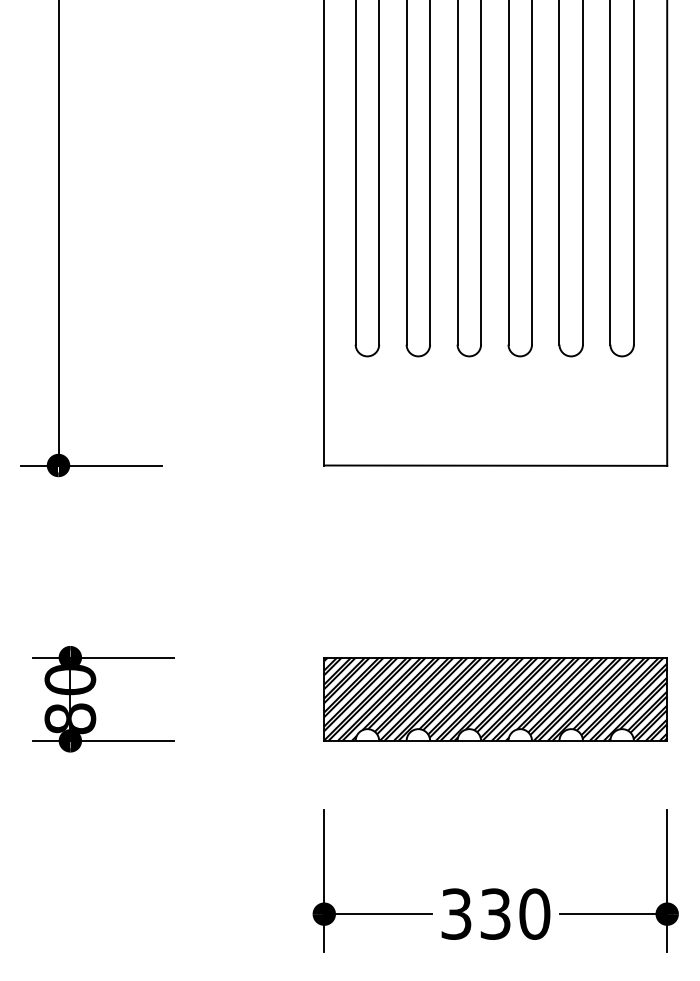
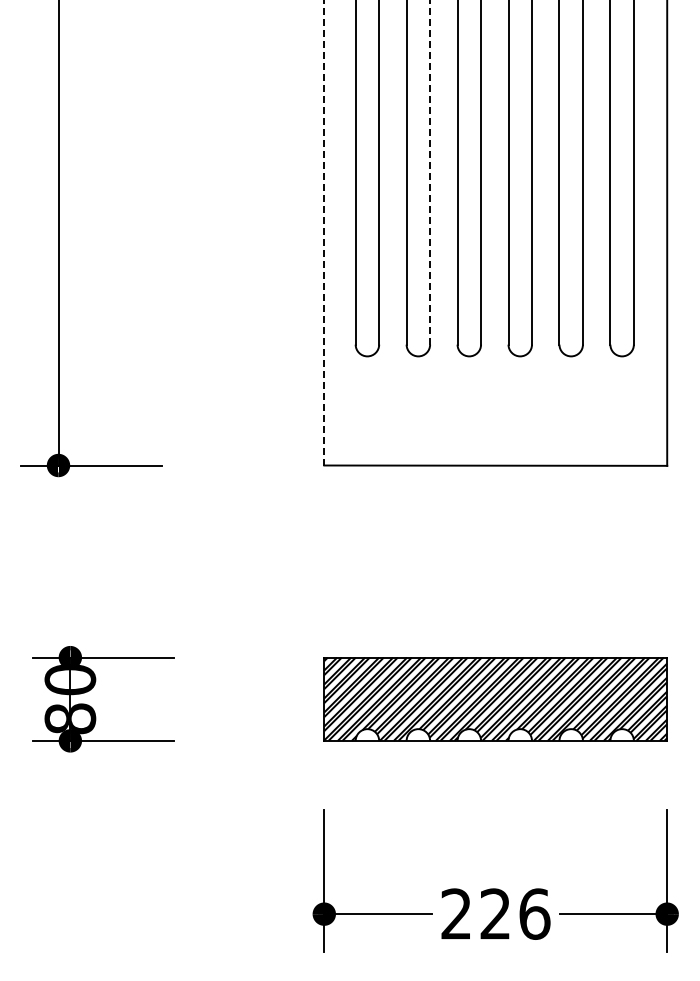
line at (430, 172): solid -> dashed
line at (324, 233): solid -> dashed
text at (495, 913): 330 -> 226
